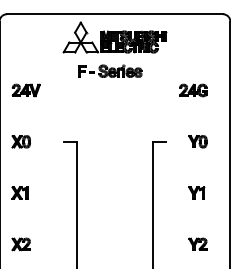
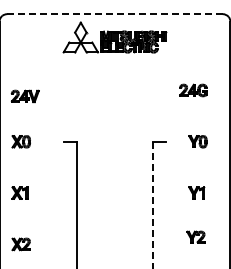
line at (114, 14): solid -> dashed
part at (110, 70): present -> none
part at (25, 90) position: (25, 90) -> (24, 96)
line at (153, 205): solid -> dashed
part at (197, 243) position: (197, 243) -> (195, 236)
